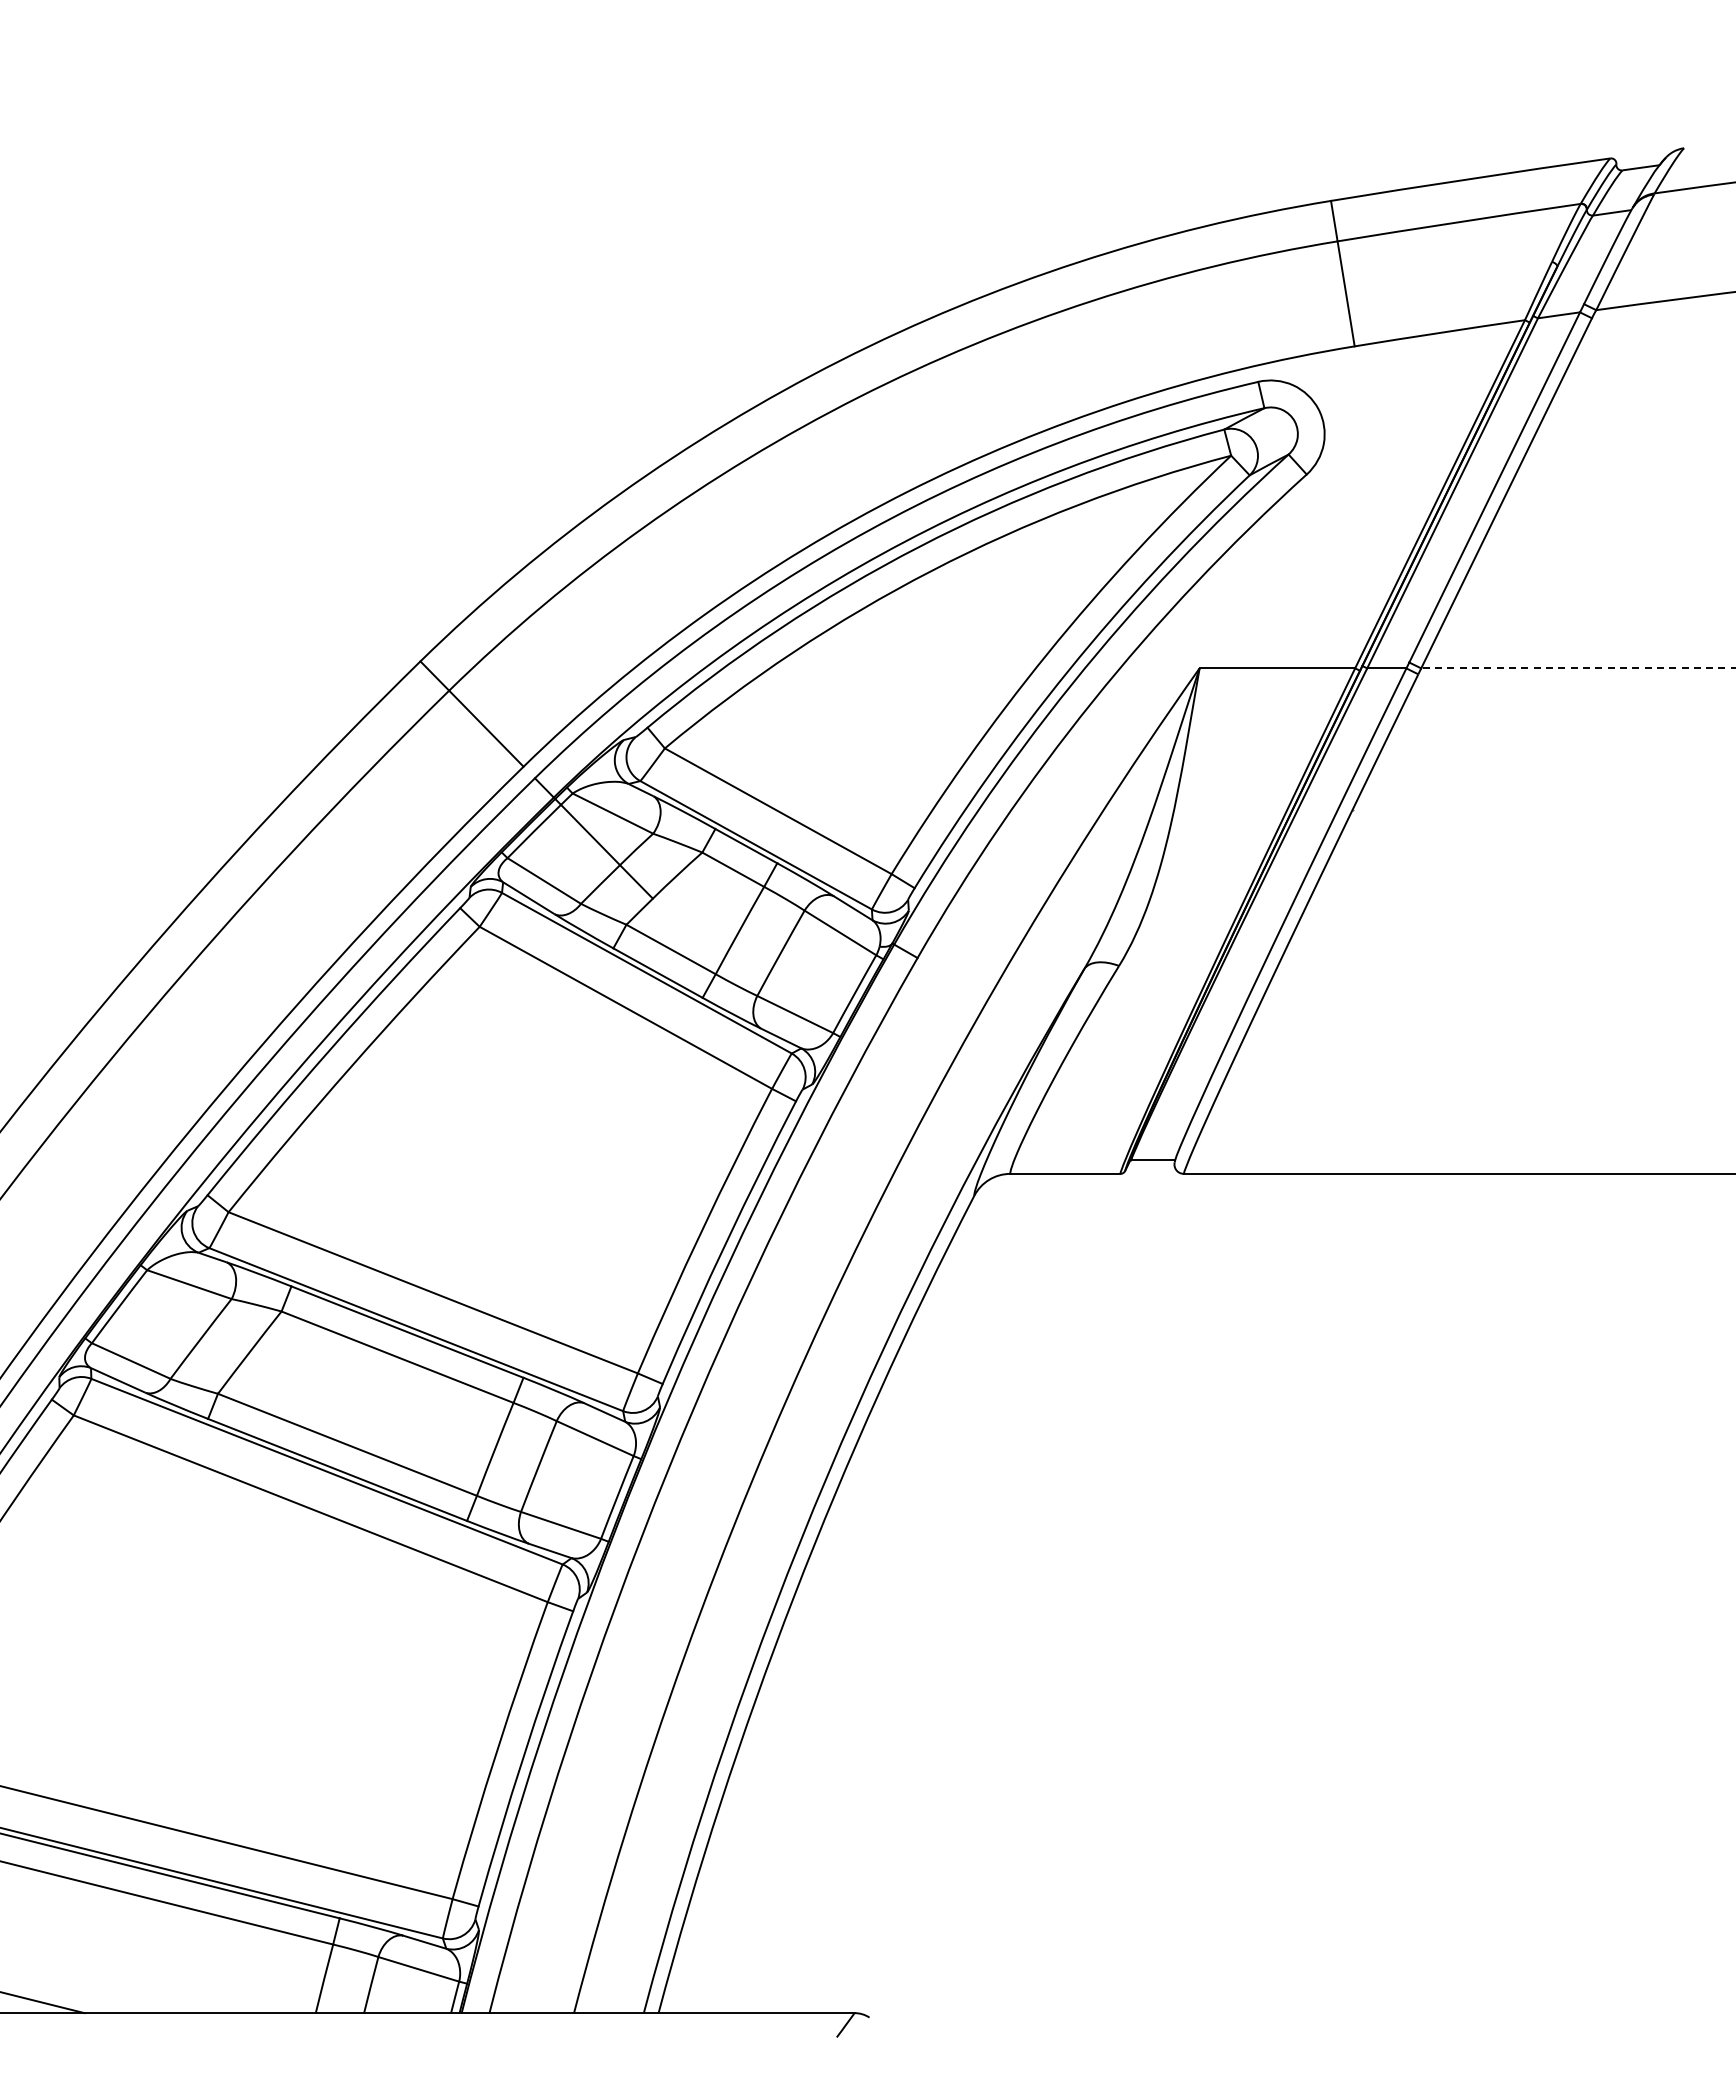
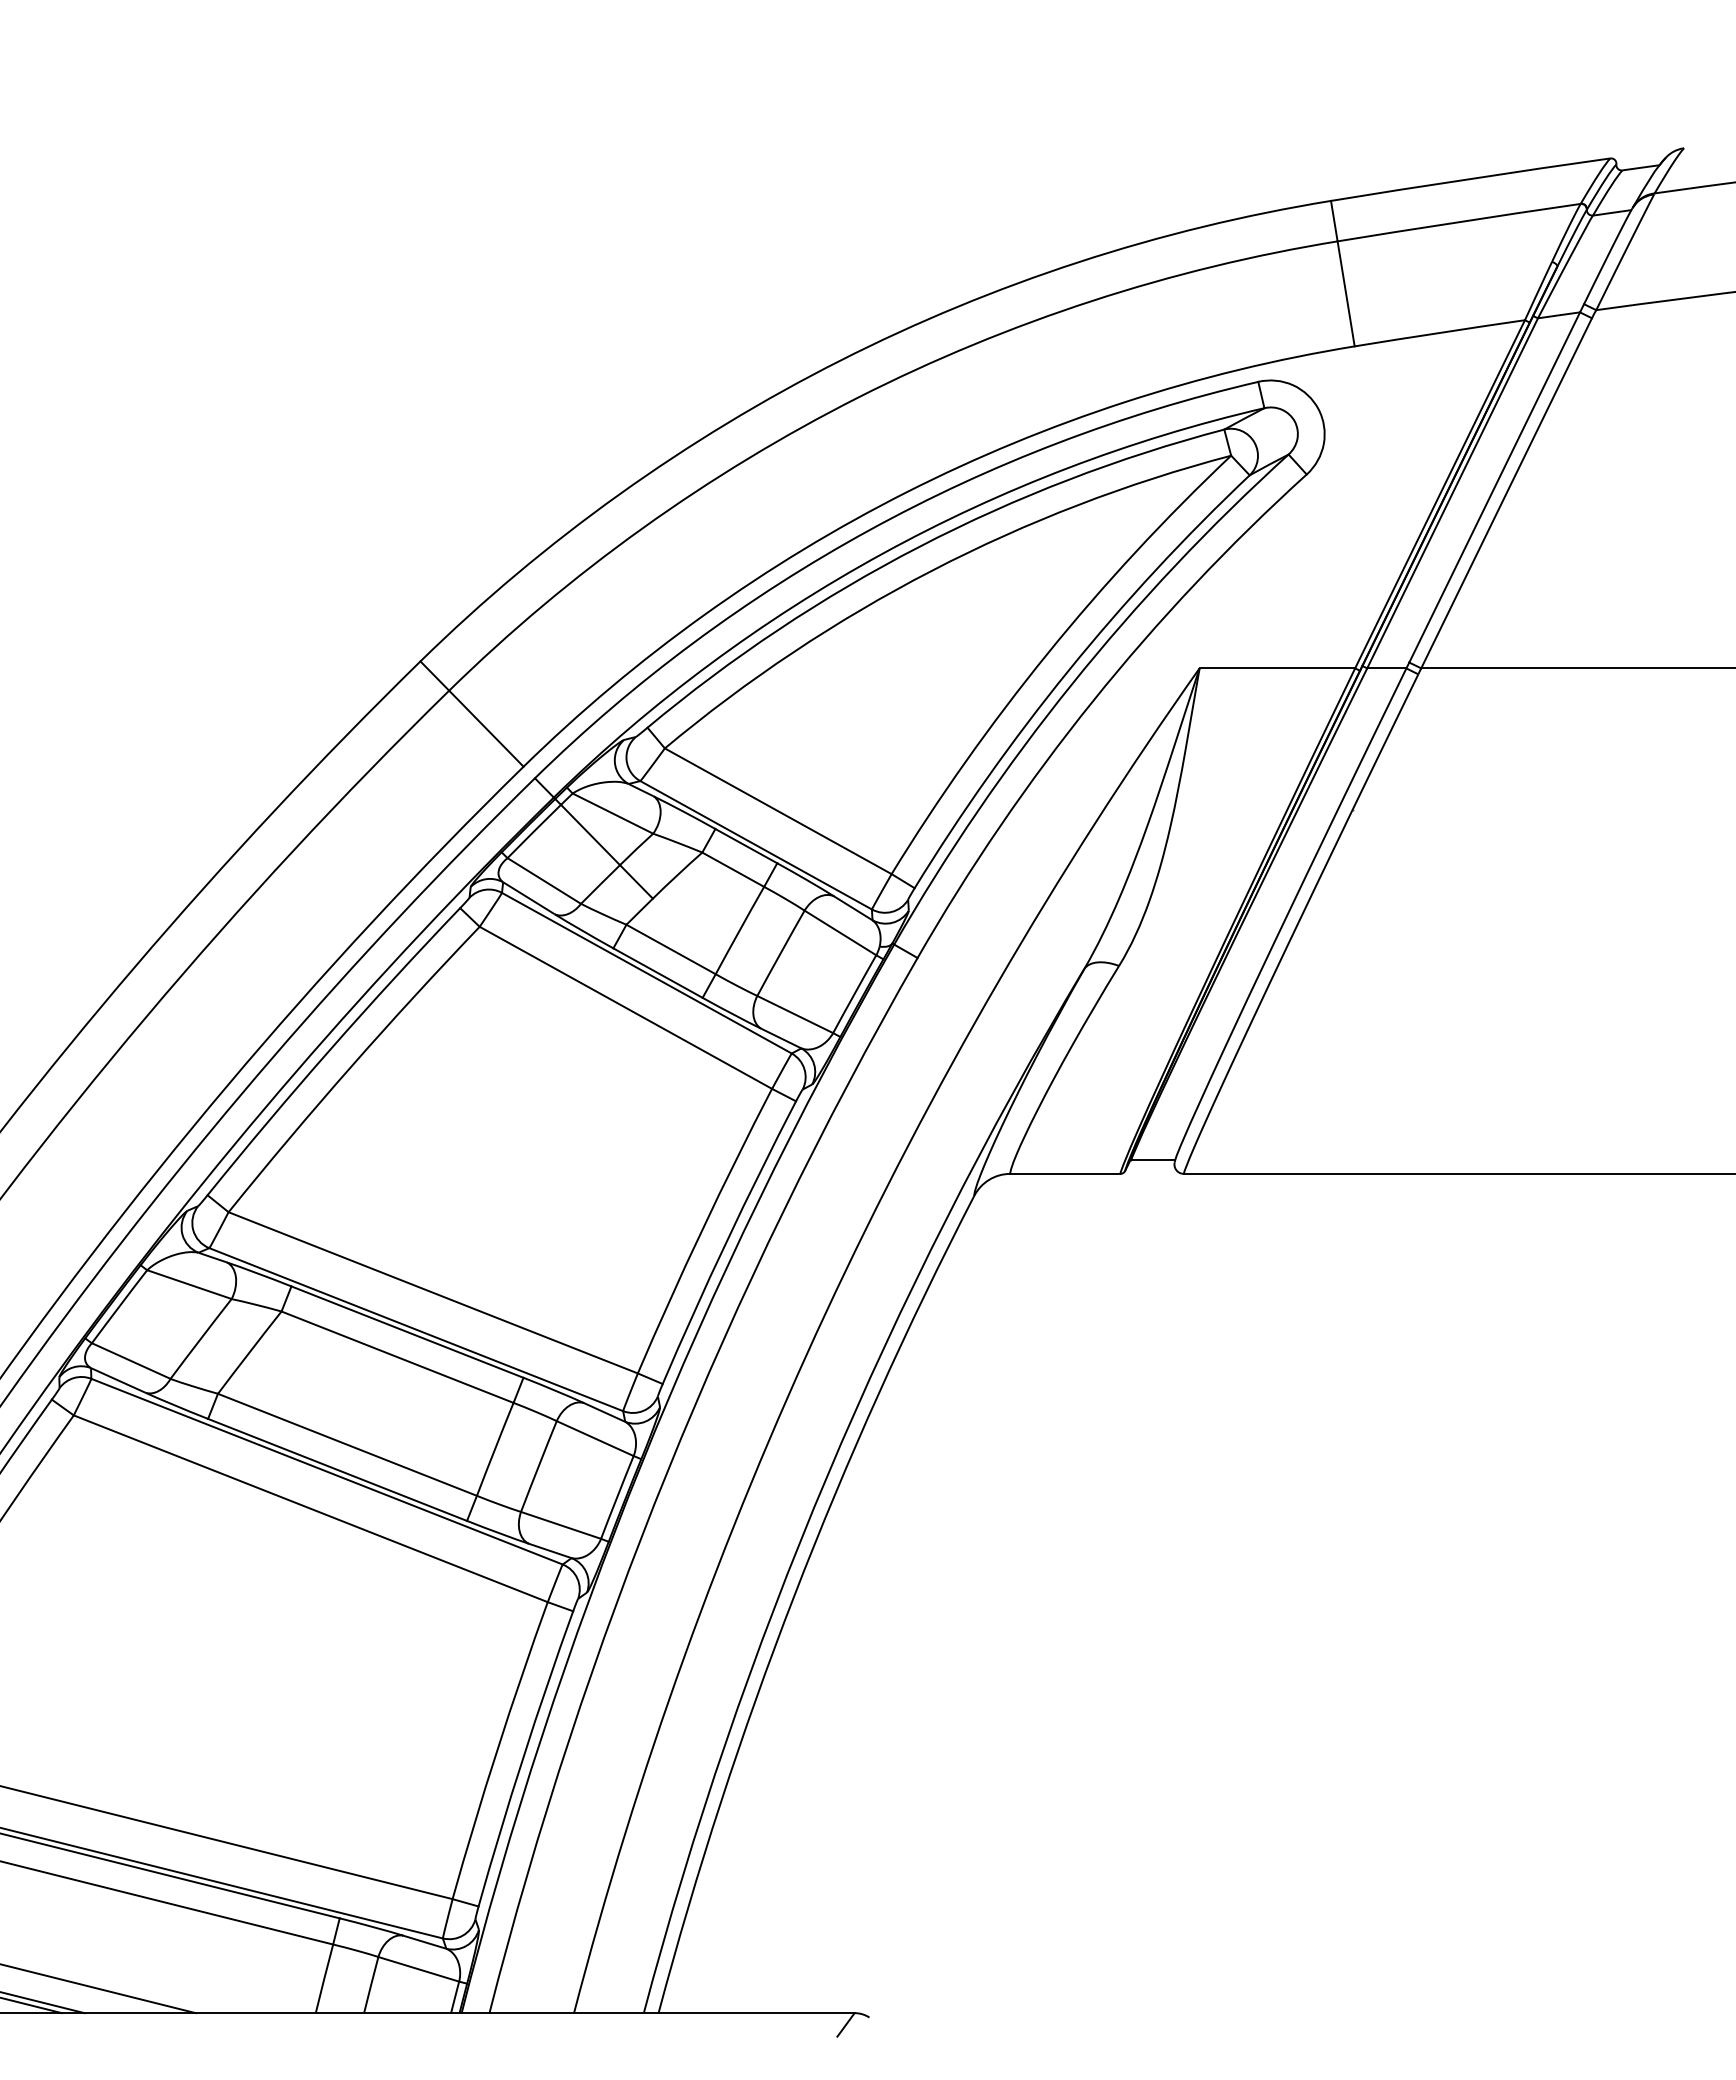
line at (1578, 668): dashed -> solid
line at (98, 1988): none -> present
line at (31, 2005): none -> present
